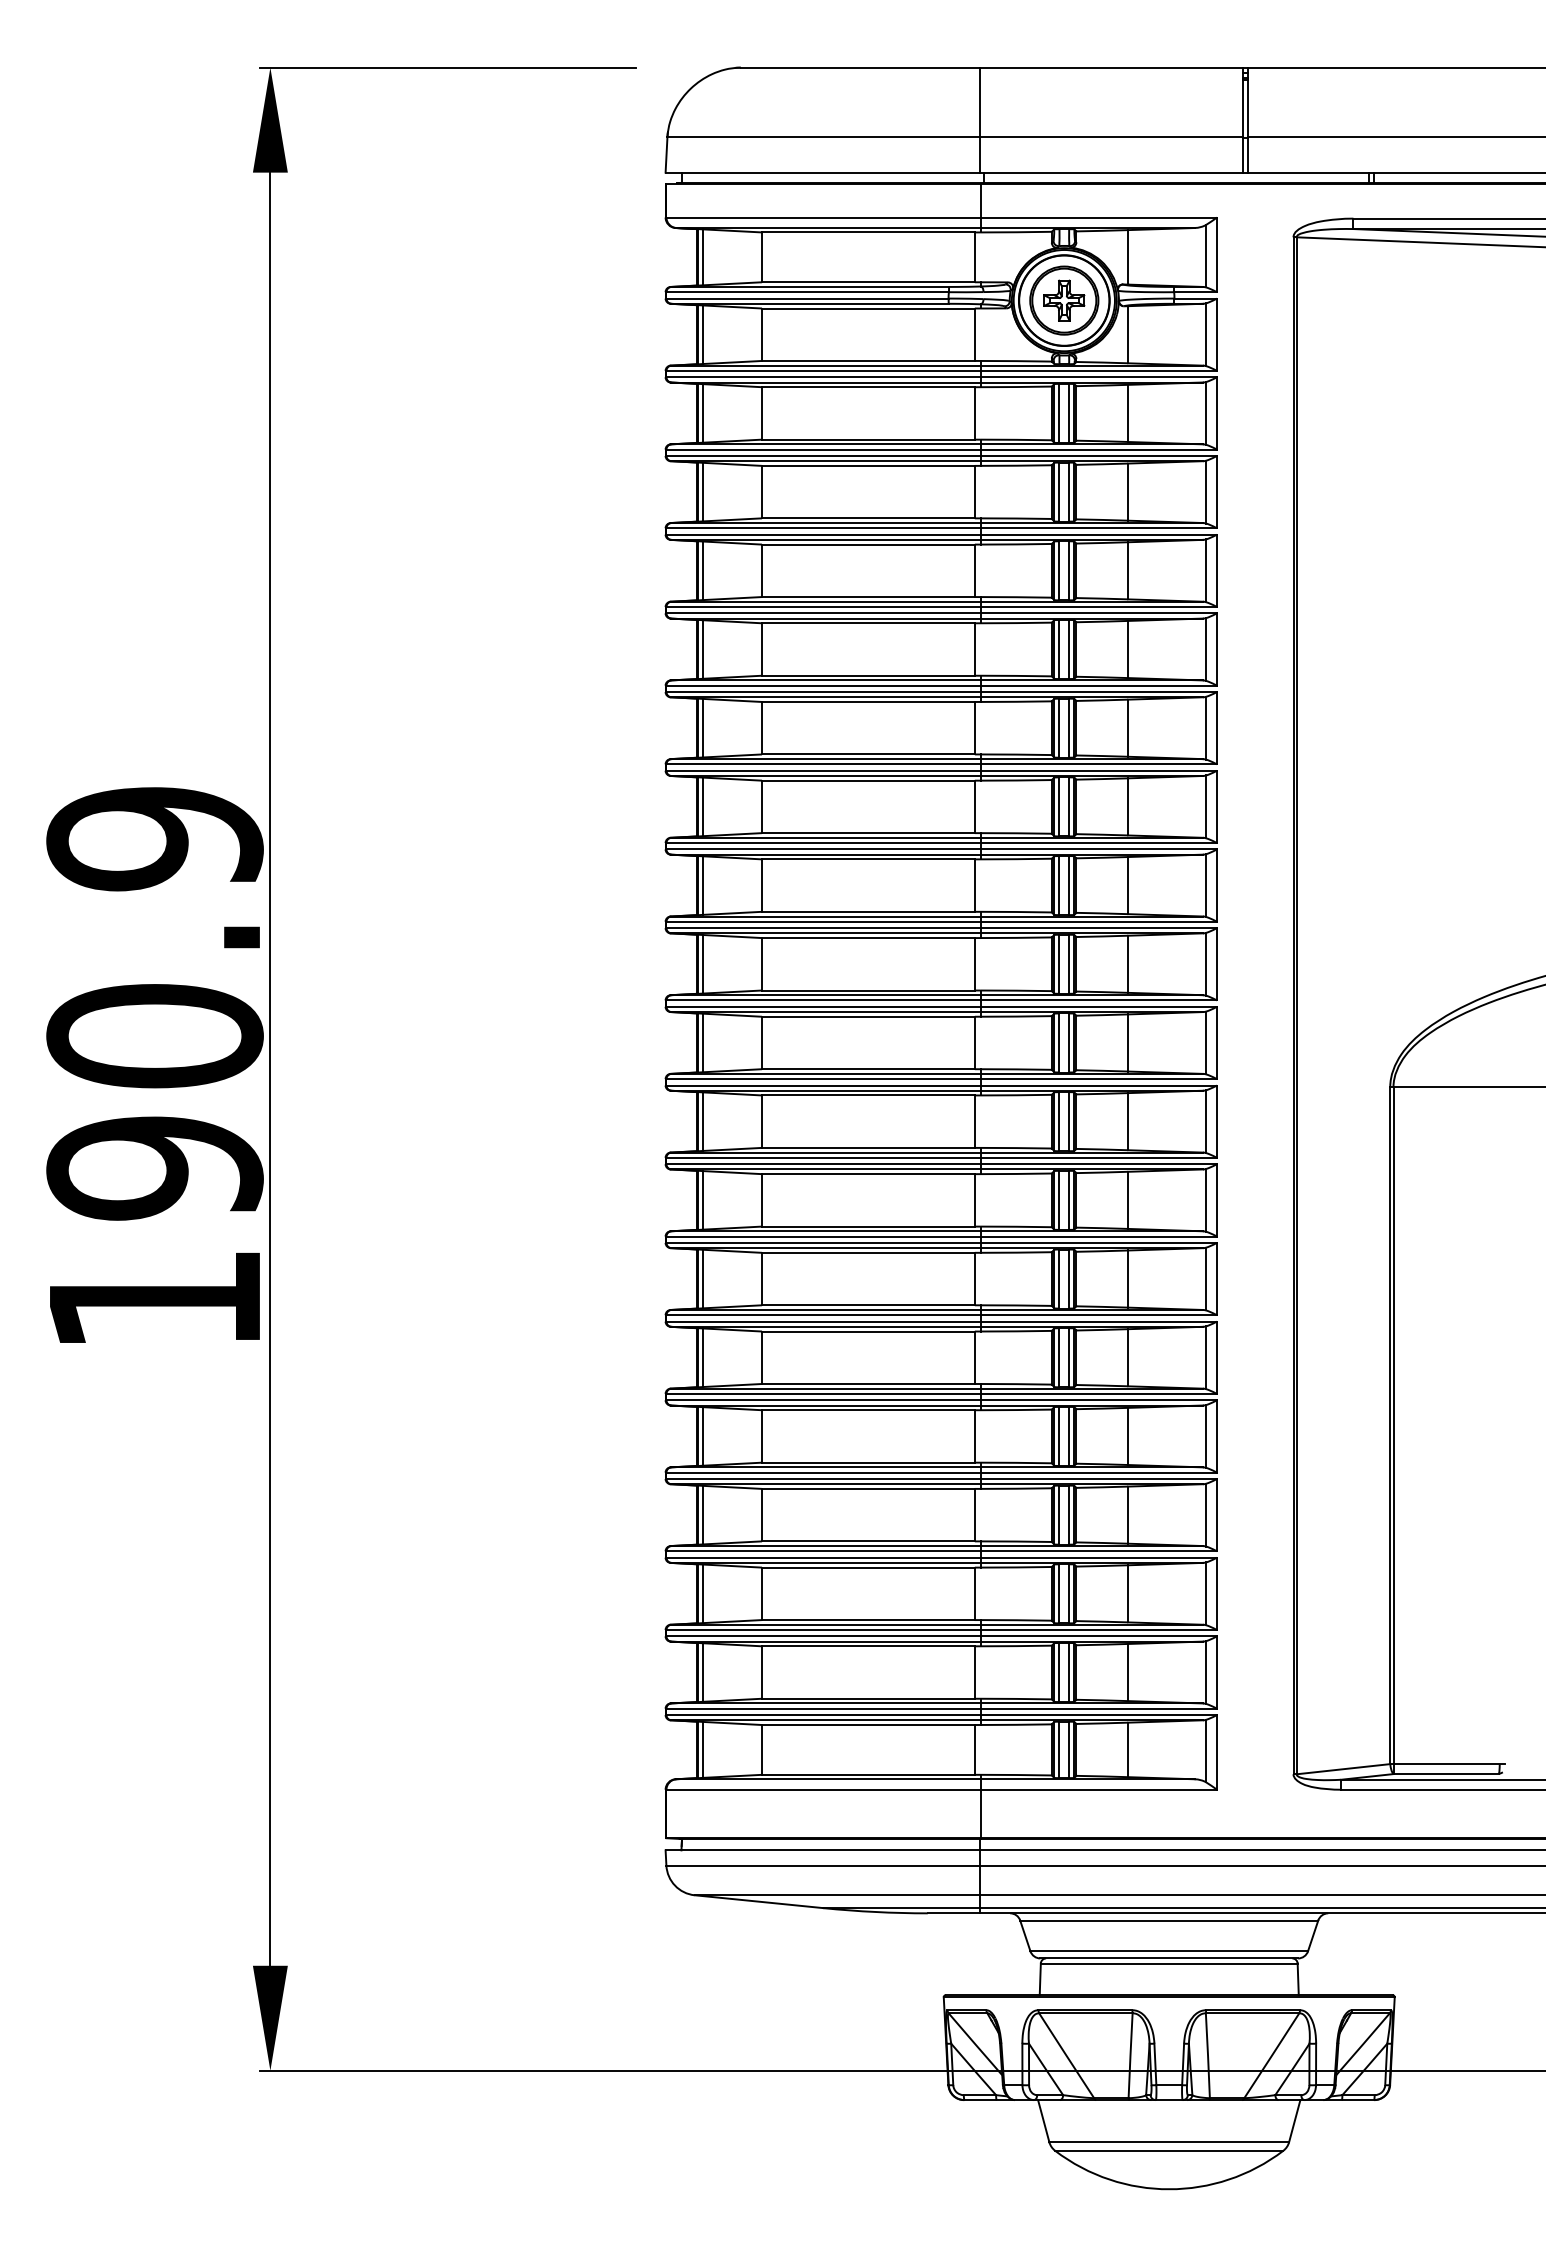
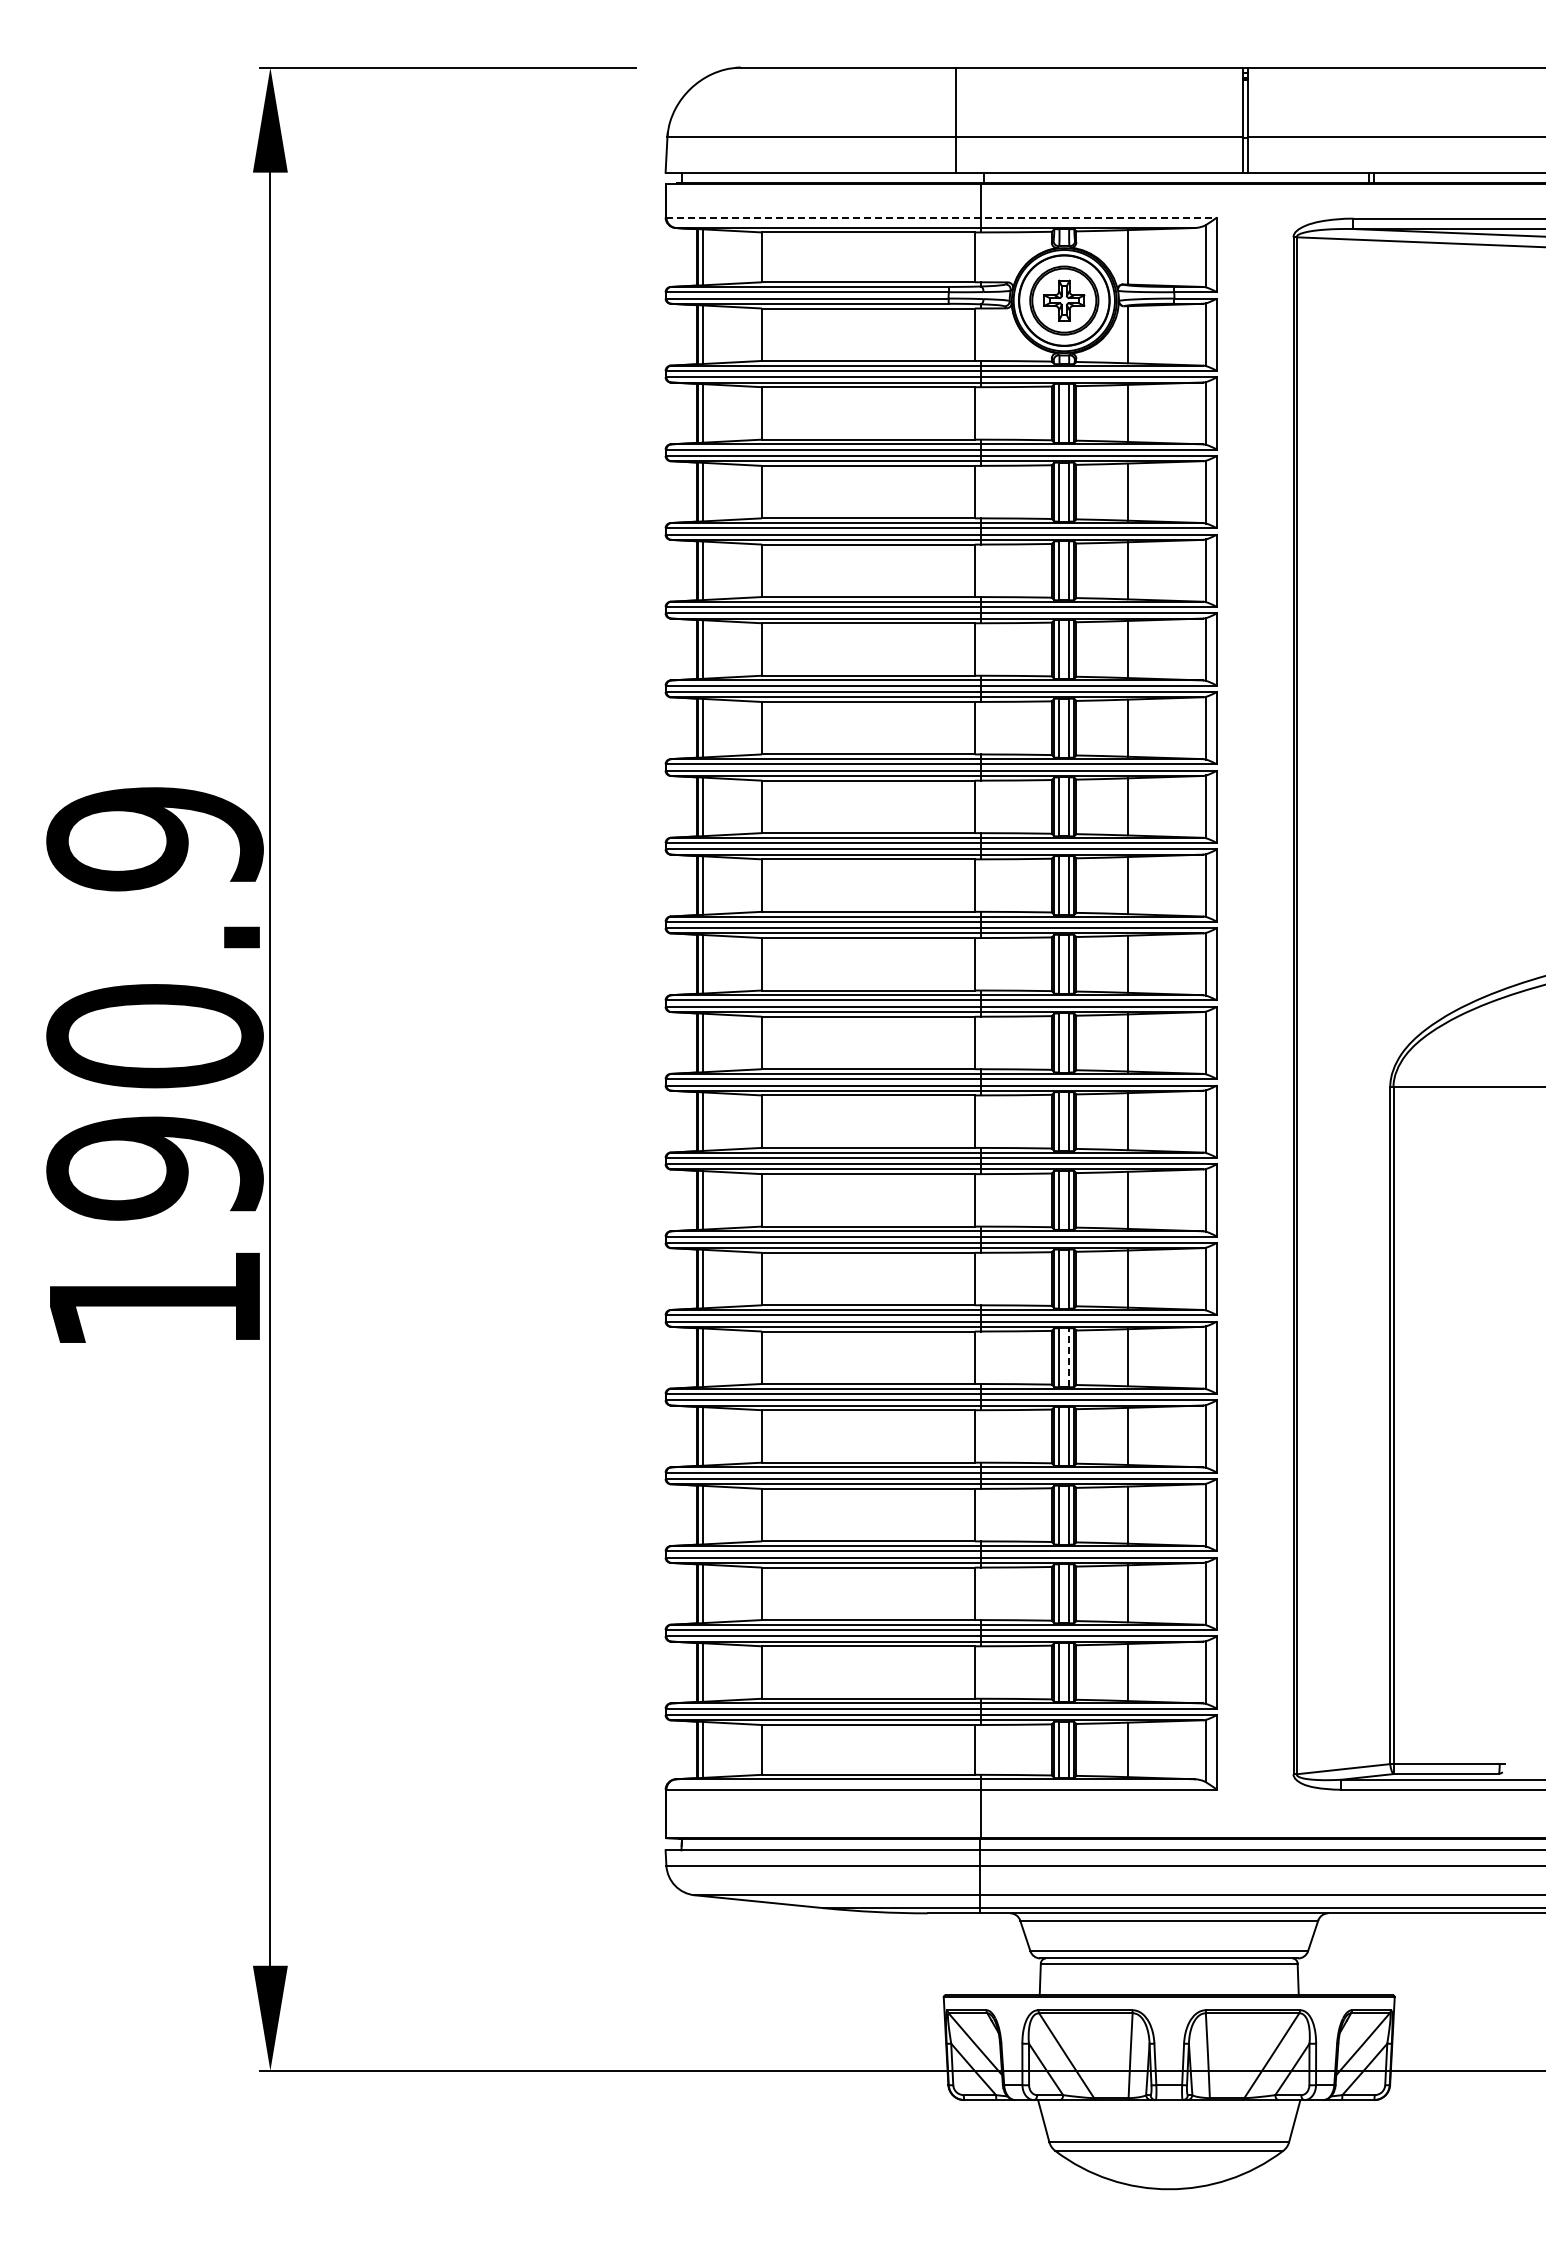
line at (980, 119) position: (980, 119) -> (956, 119)
line at (941, 217): solid -> dashed
line at (1069, 1357): solid -> dashed
